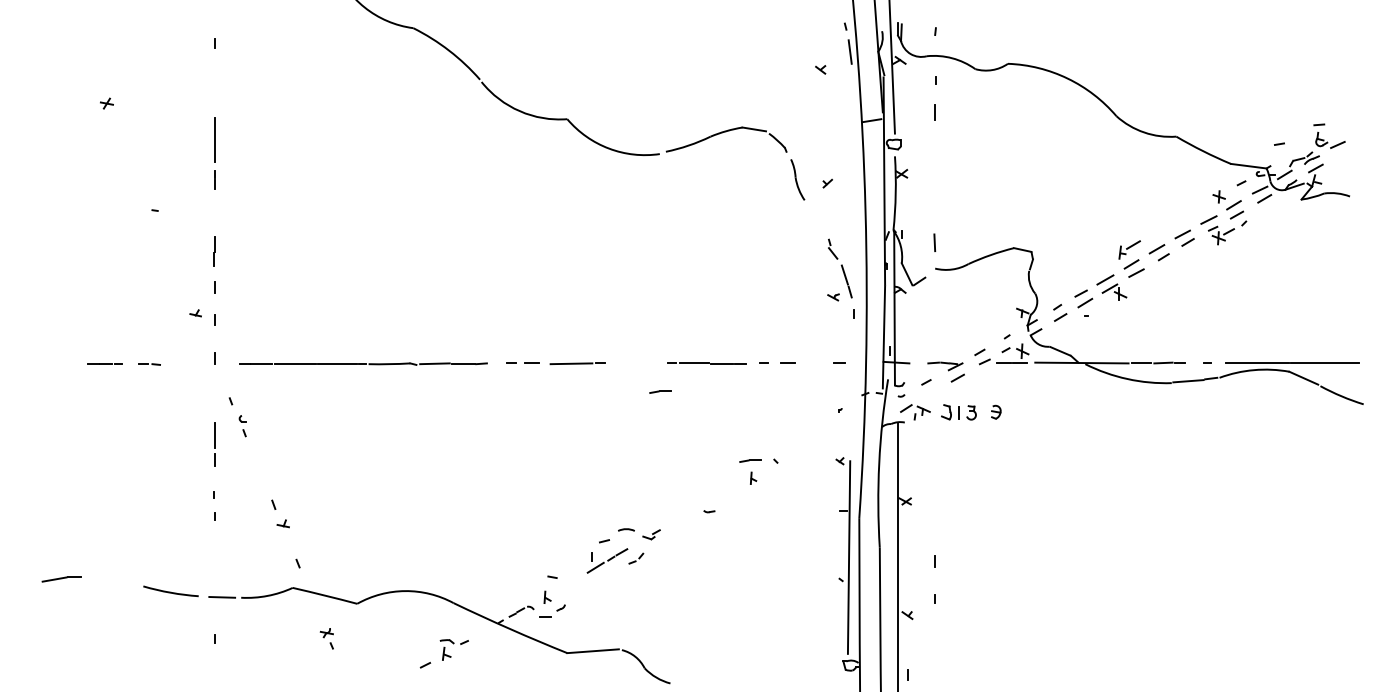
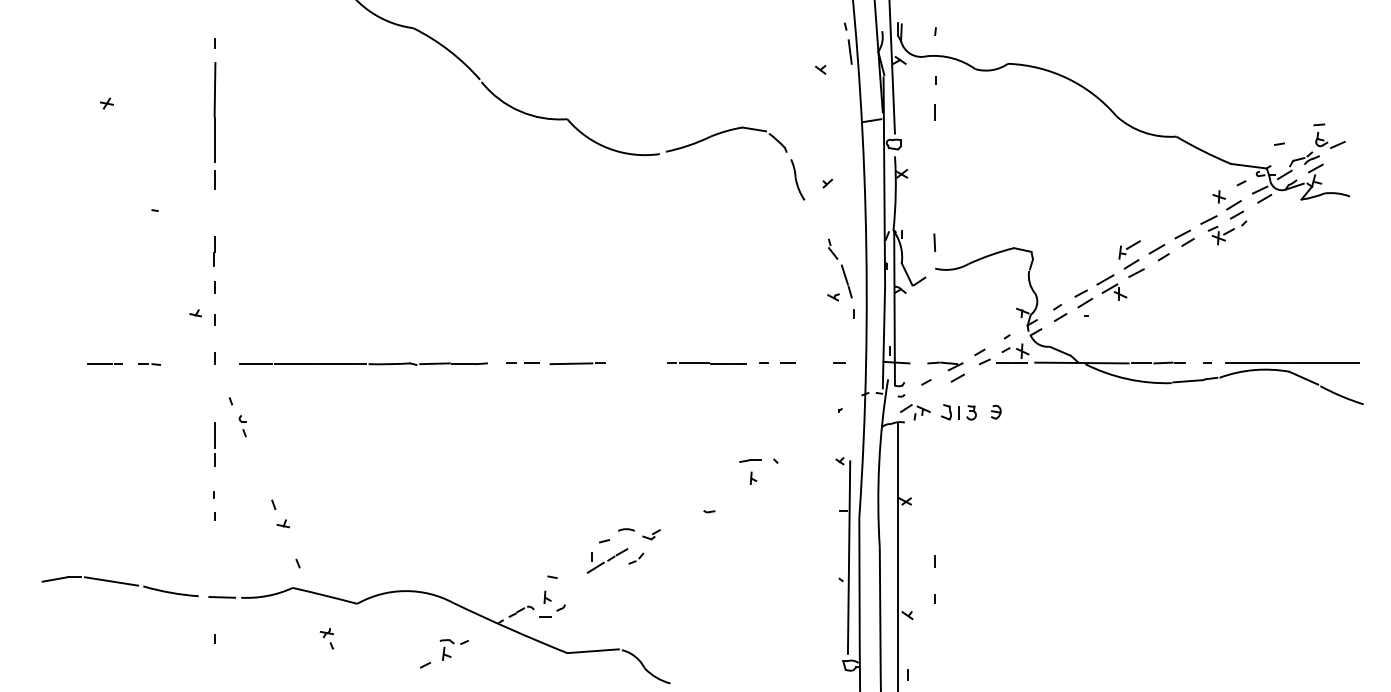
line at (214, 89): none -> present
line at (660, 391): present -> none
line at (111, 581): none -> present
